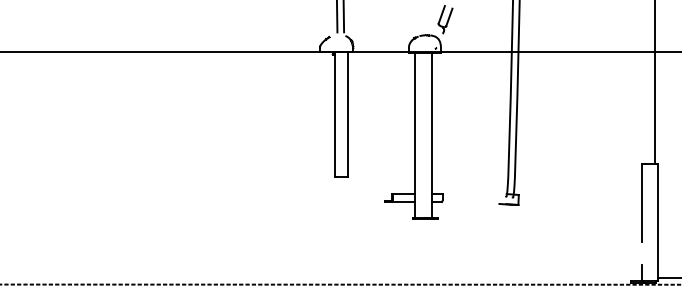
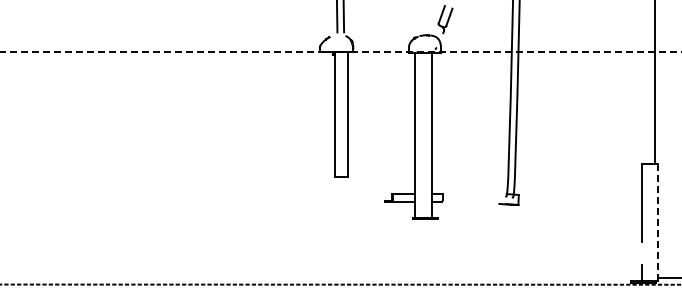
line at (341, 52): solid -> dashed
line at (657, 222): solid -> dashed
